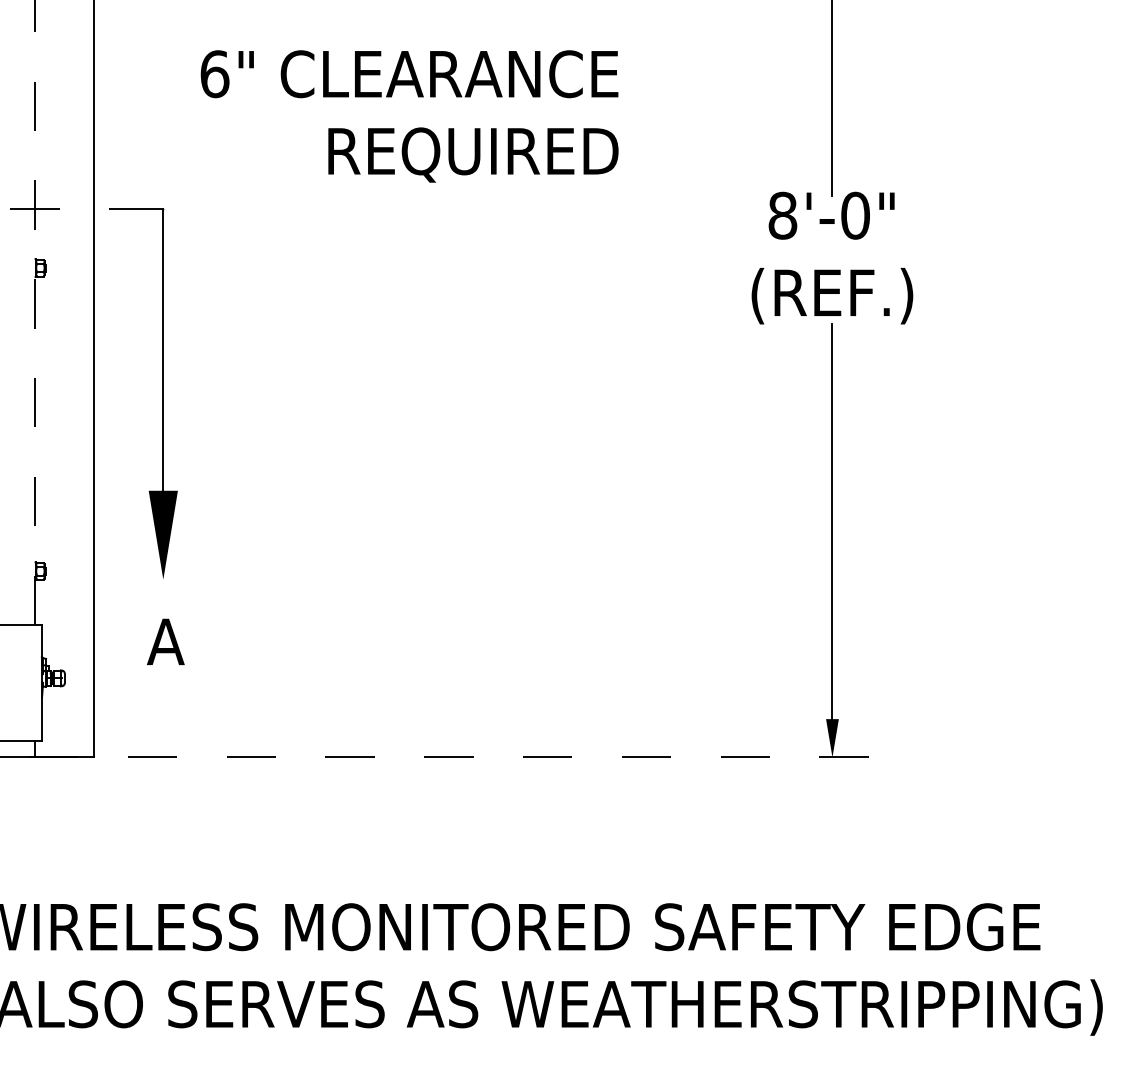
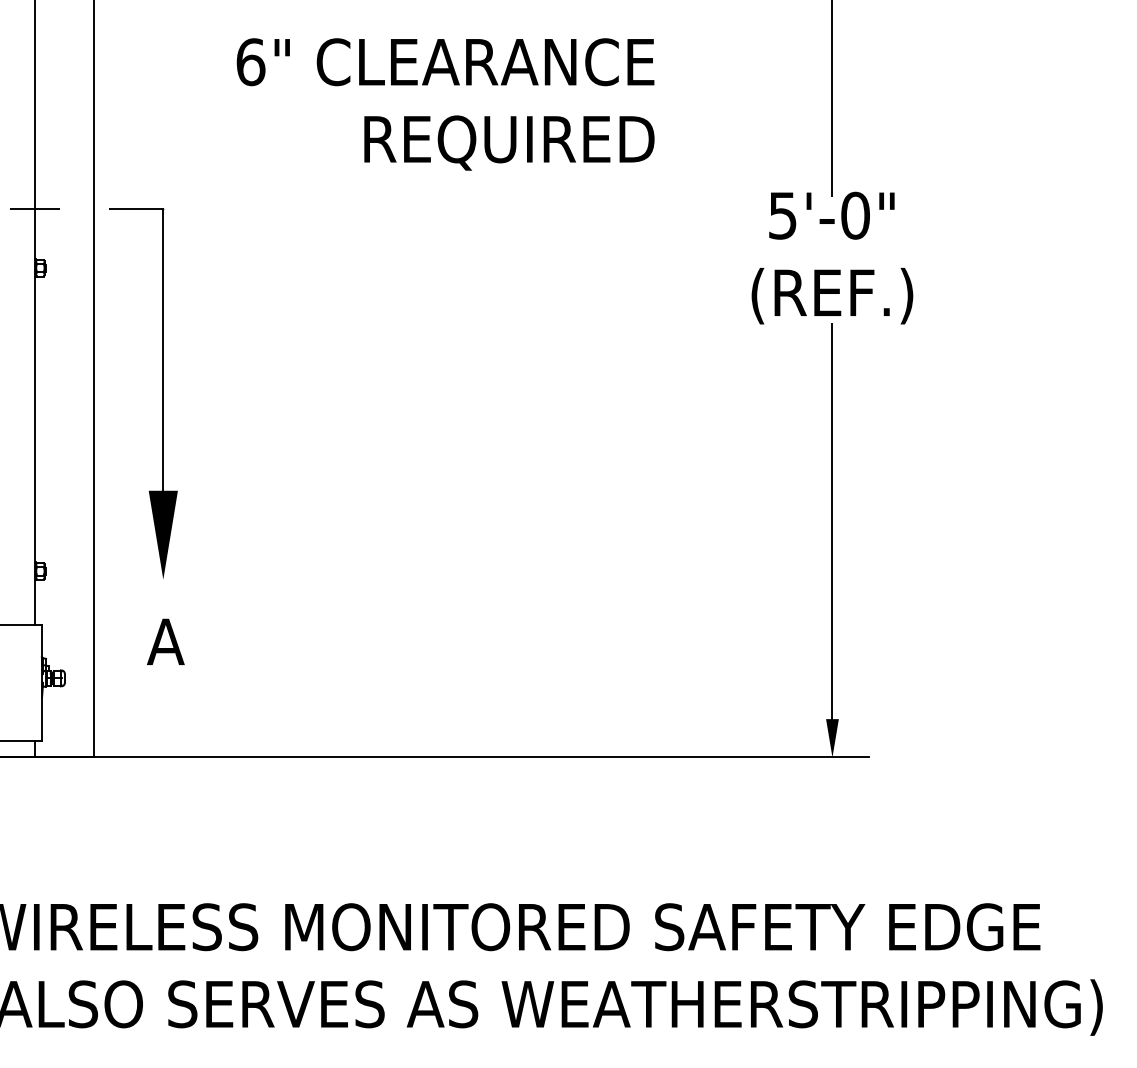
text at (409, 116) position: (409, 116) -> (445, 104)
text at (782, 215): 8'-0" -> 5'-0"
line at (34, 312): dashed -> solid
line at (434, 757): dashed -> solid
